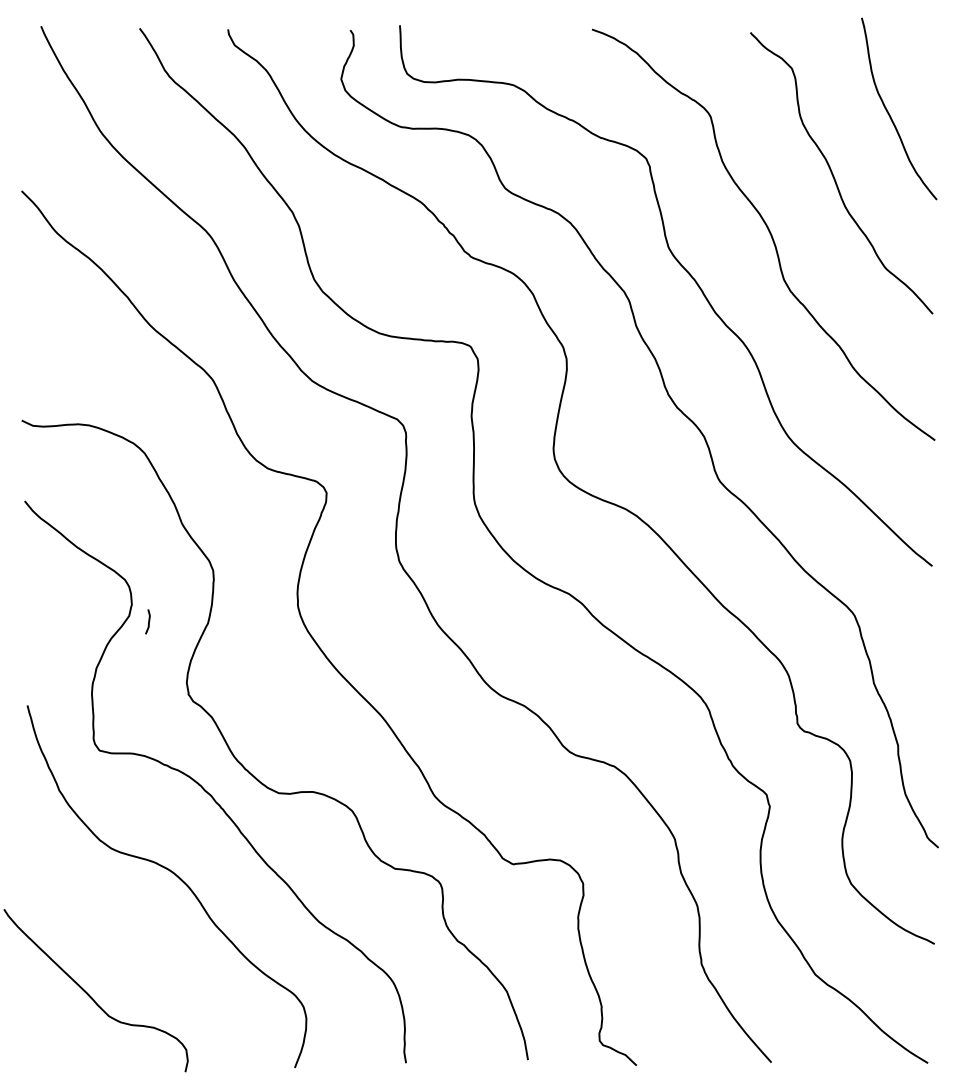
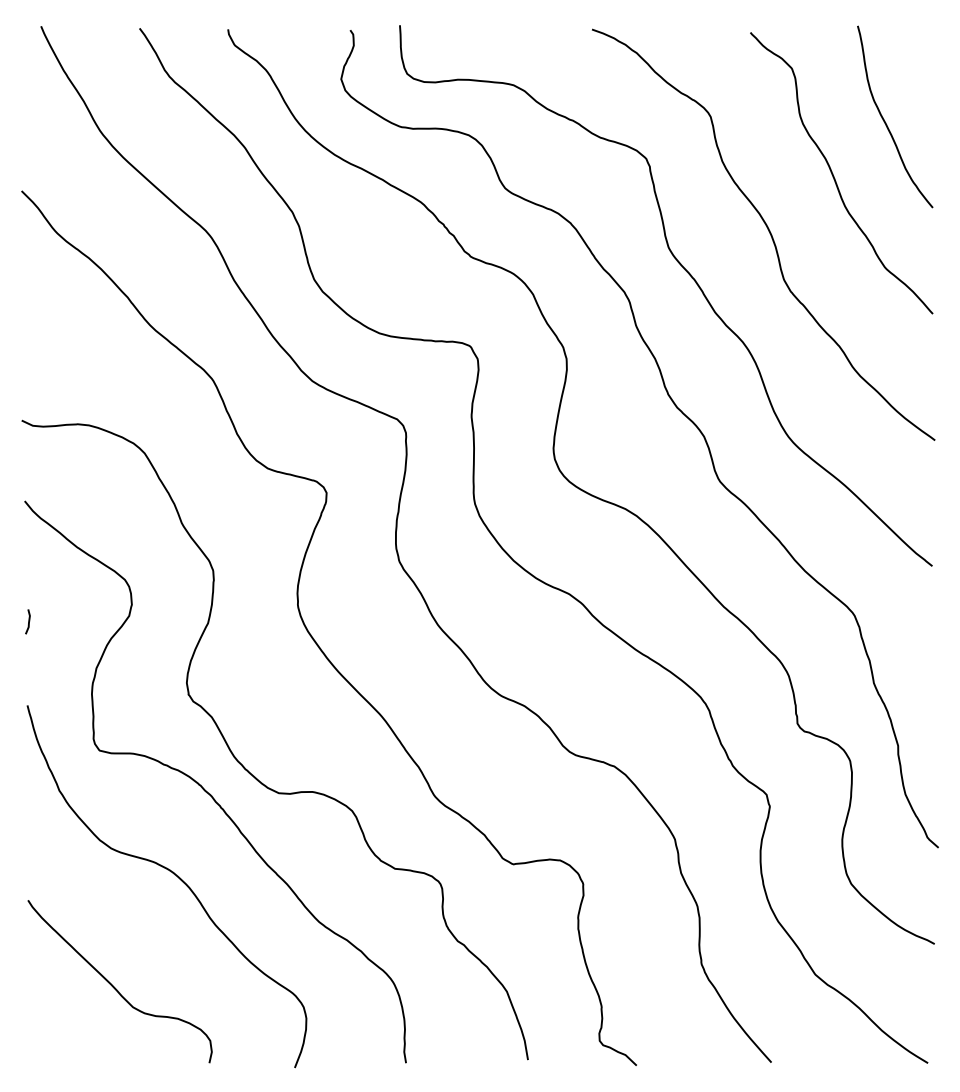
curve at (890, 114) position: (890, 114) -> (886, 122)
line at (148, 621) position: (148, 621) -> (28, 621)
curve at (90, 995) position: (90, 995) -> (114, 986)
